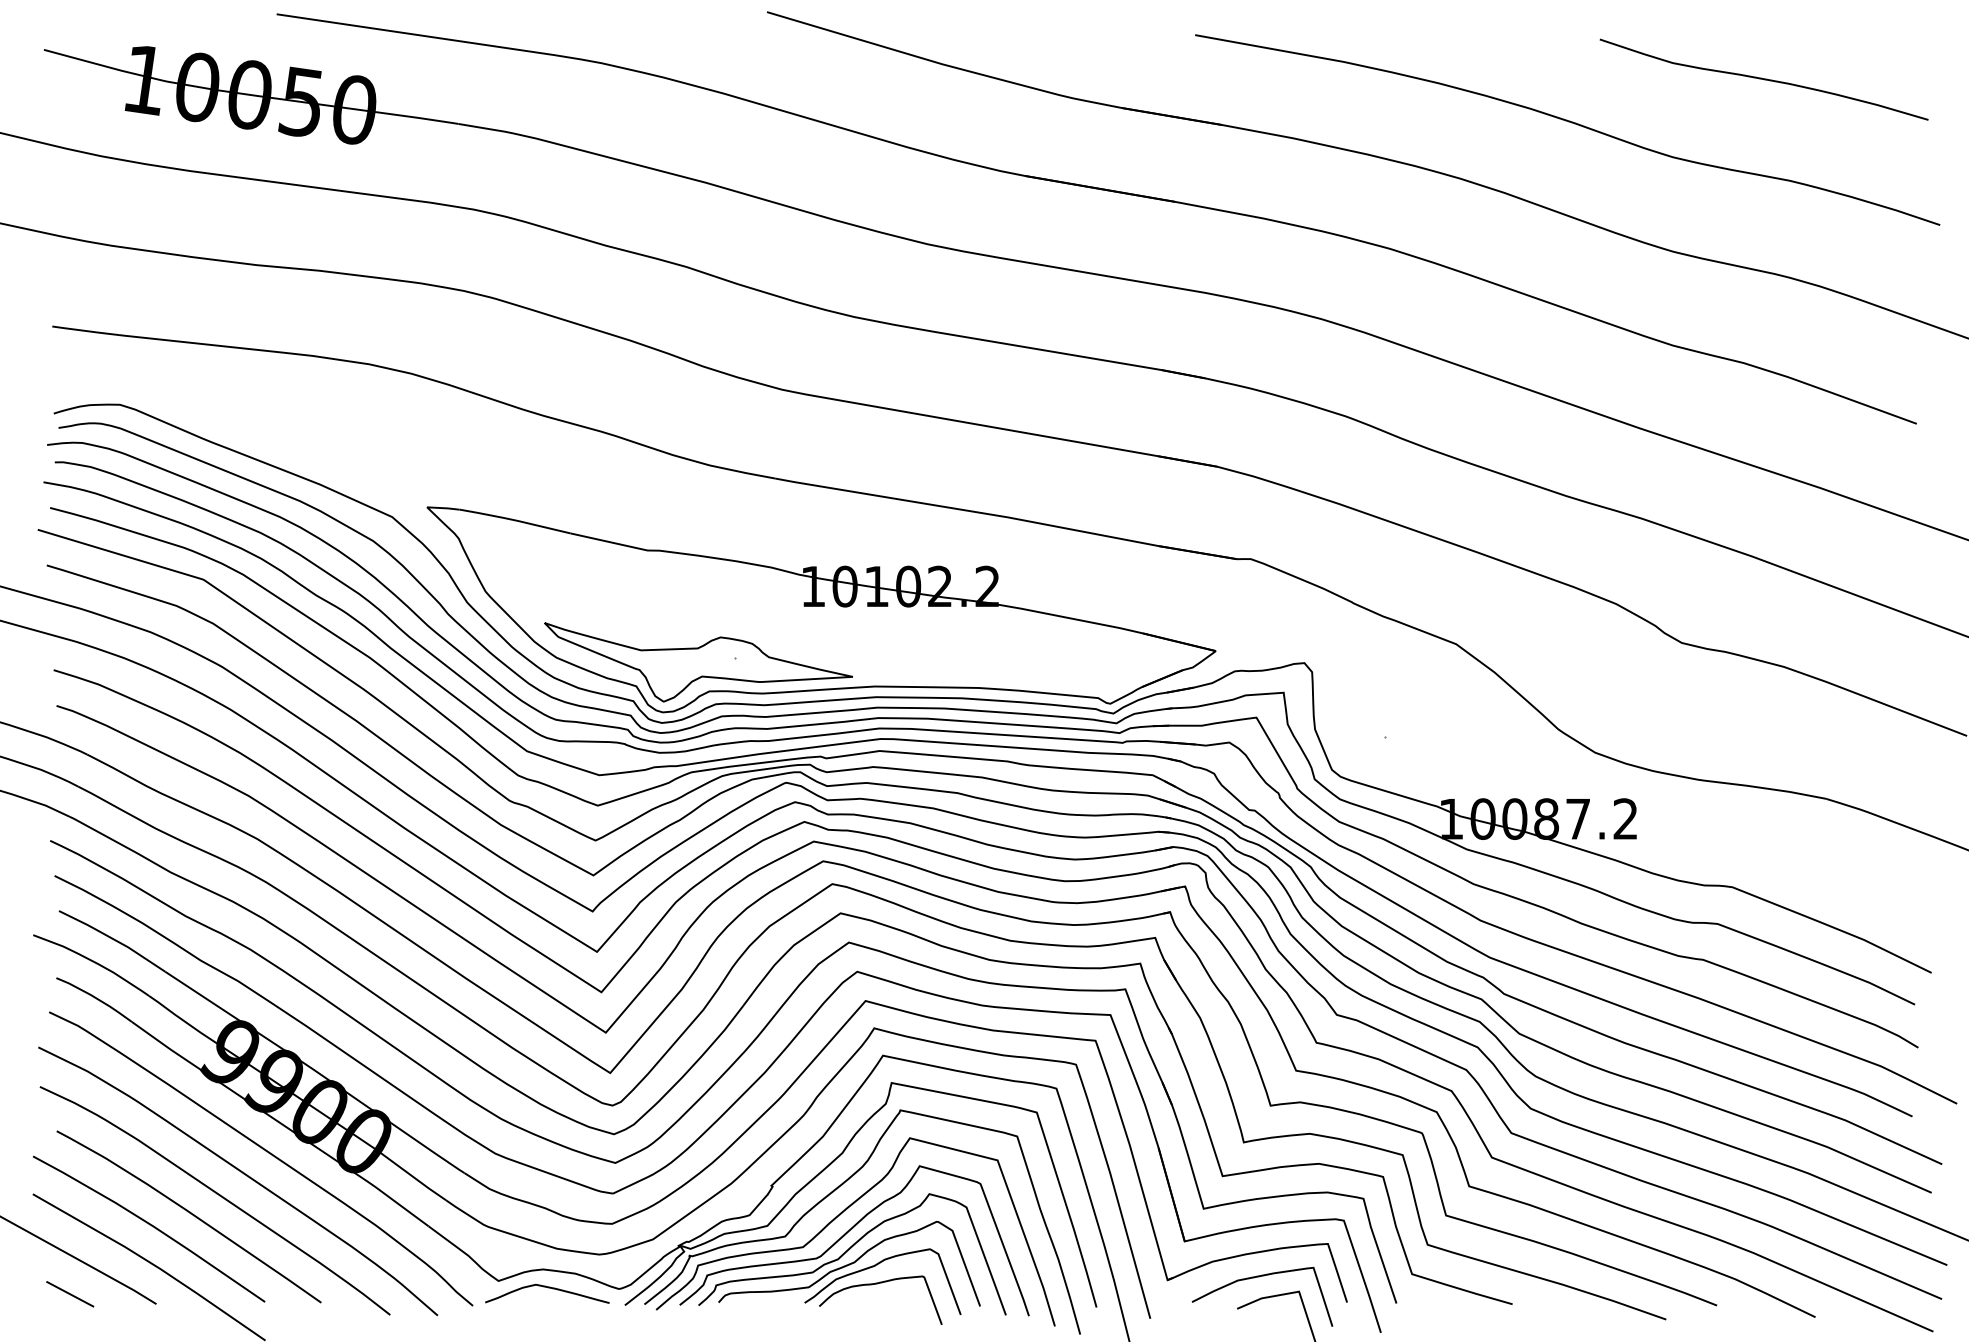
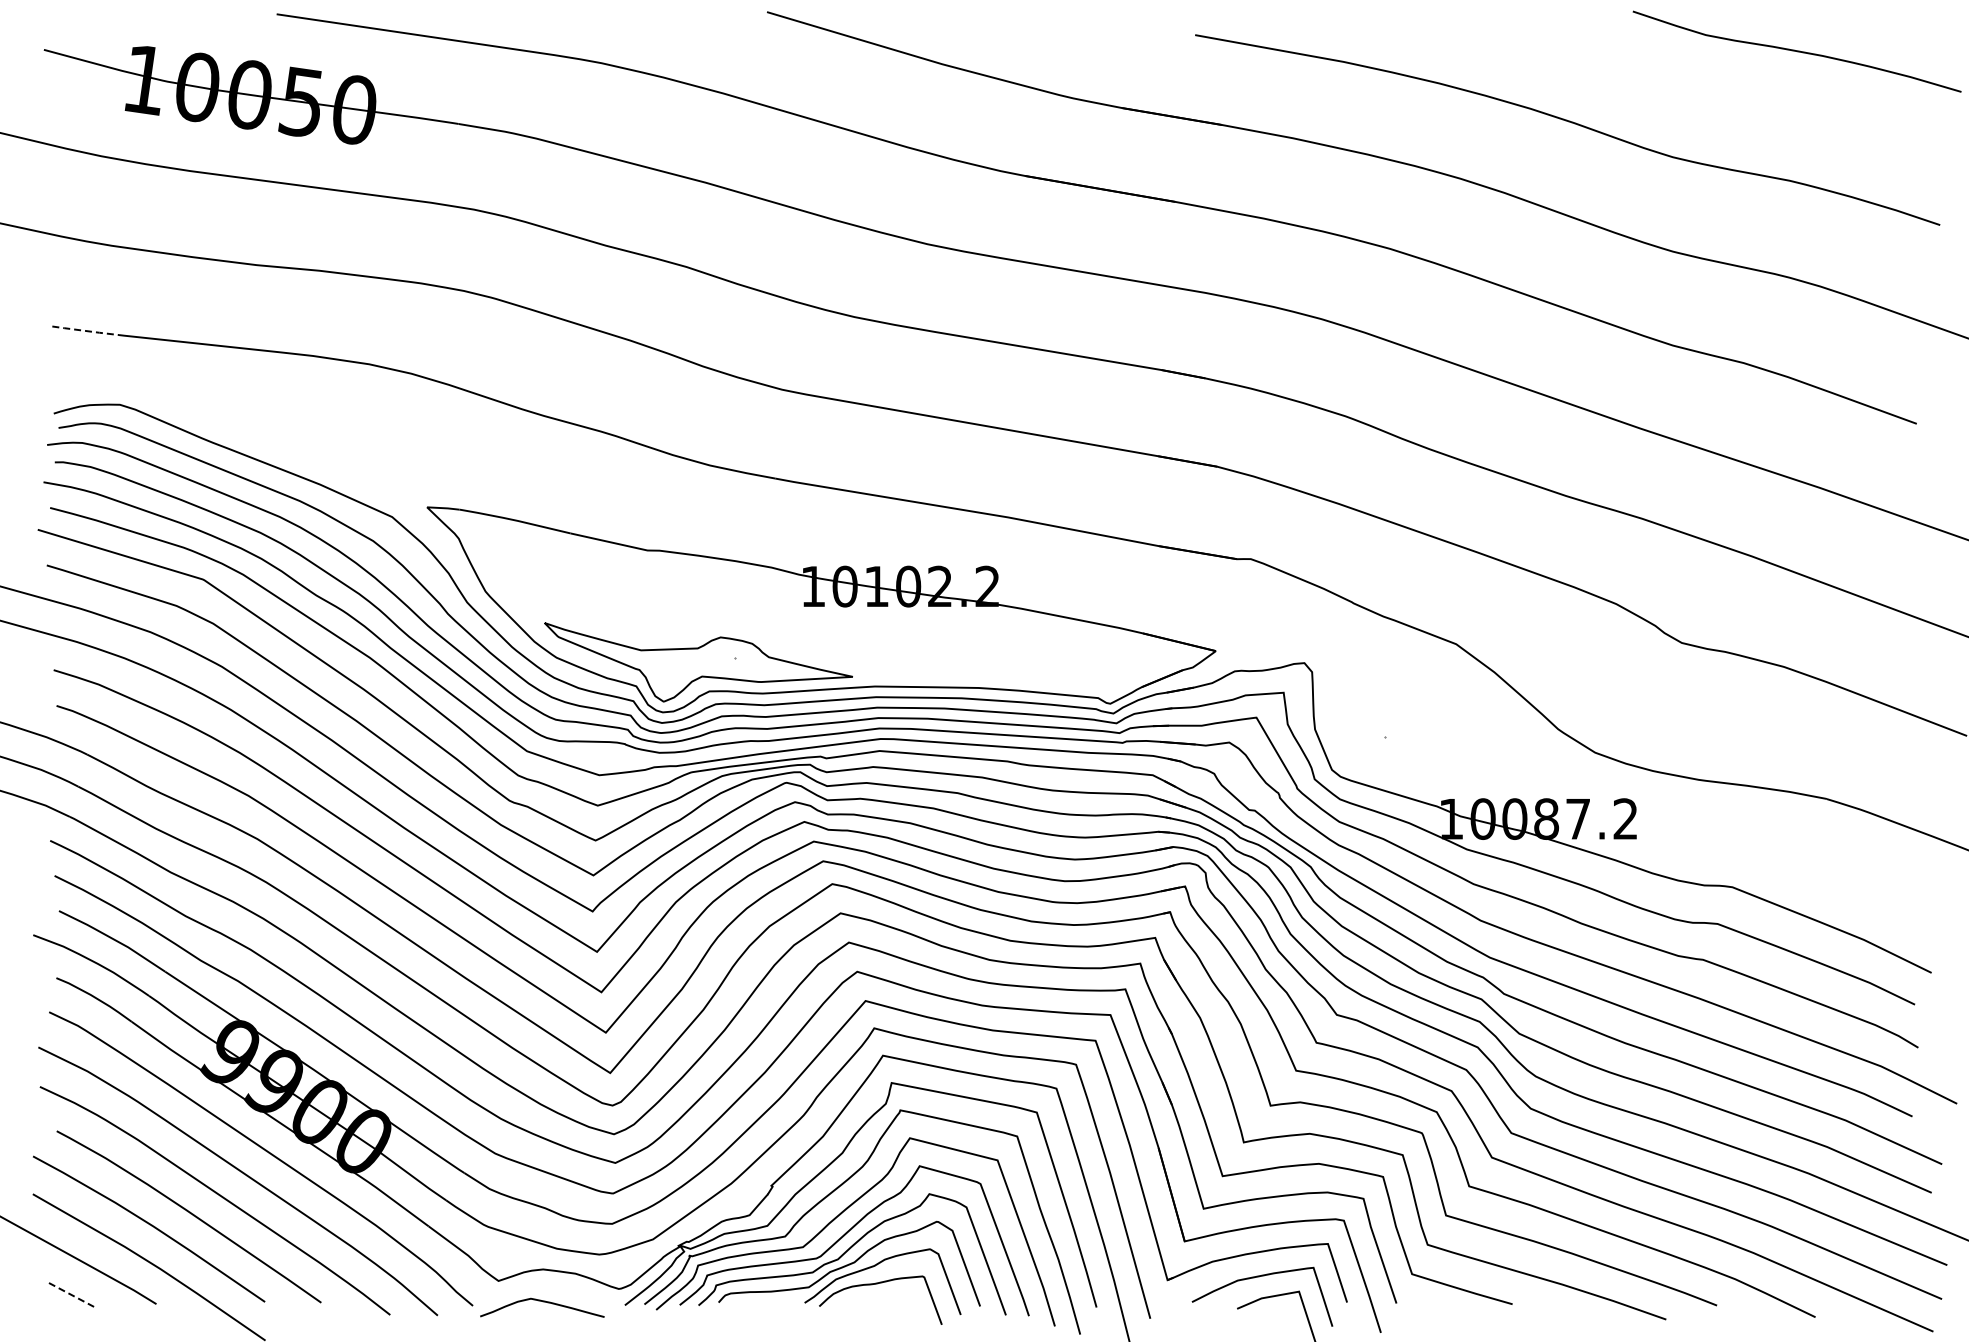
curve at (1763, 79) position: (1763, 79) -> (1796, 51)
line at (85, 330): solid -> dashed
curve at (548, 1288) position: (548, 1288) -> (543, 1302)
line at (70, 1294): solid -> dashed
